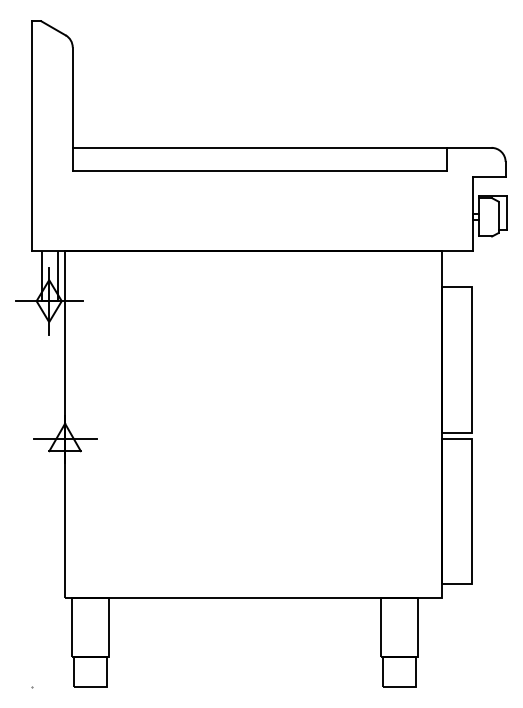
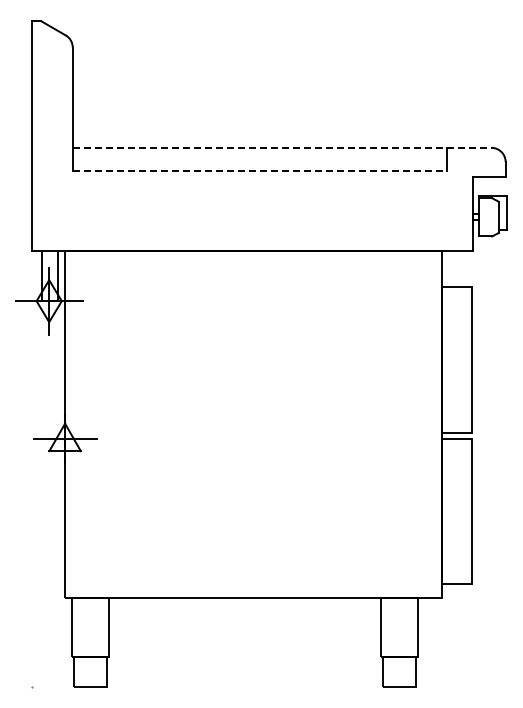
line at (282, 147): solid -> dashed
line at (259, 171): solid -> dashed
